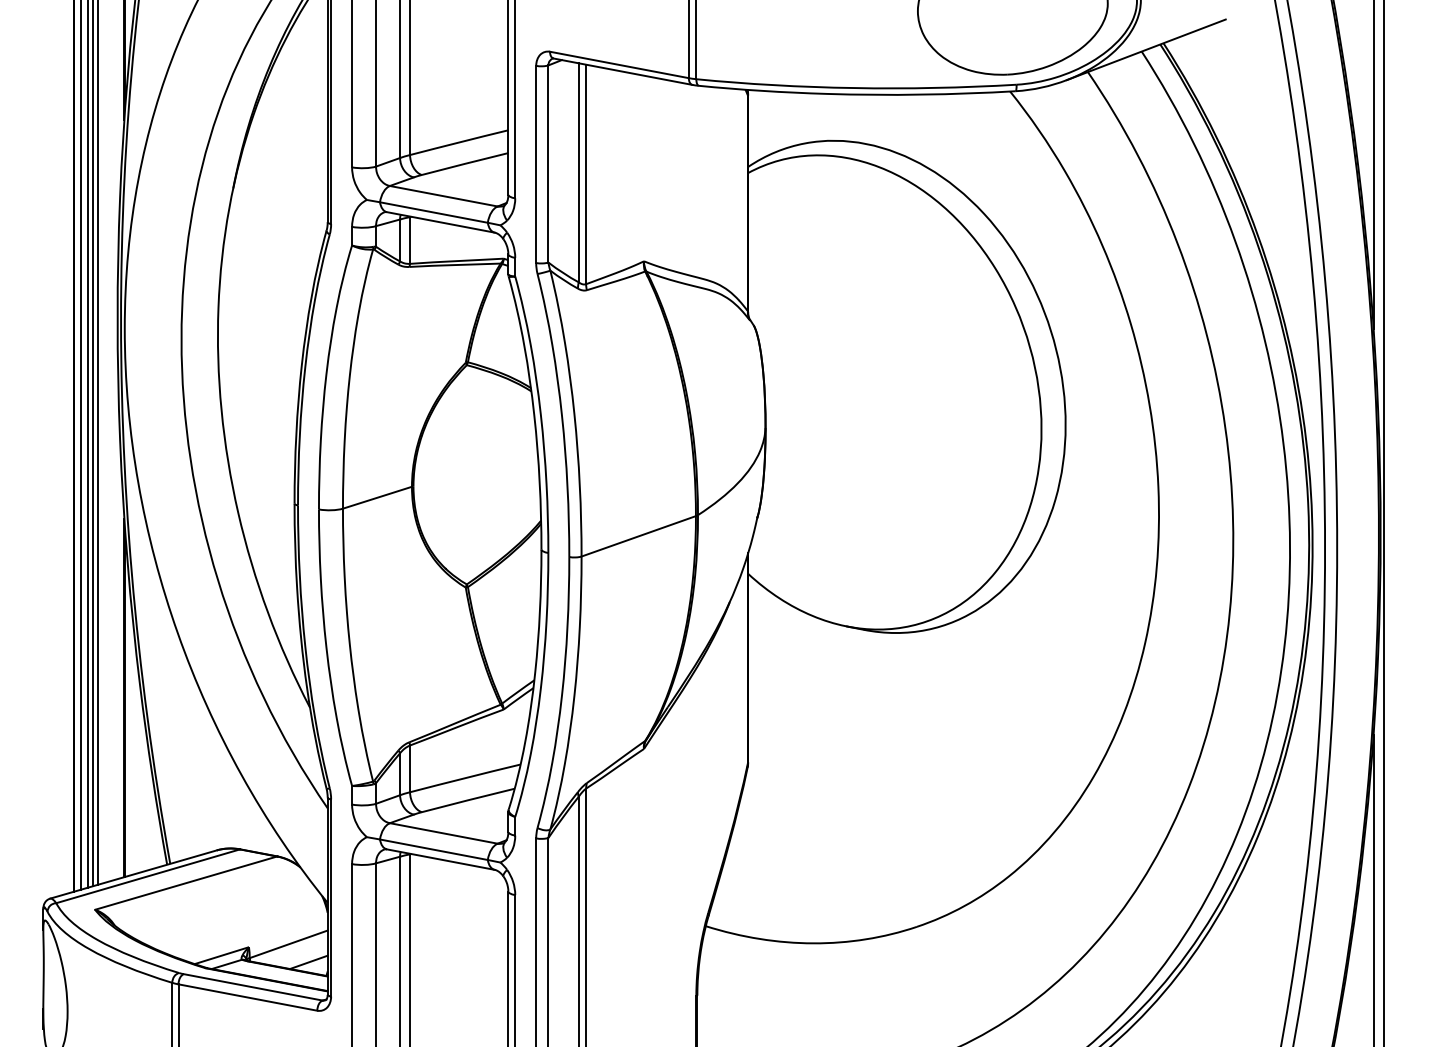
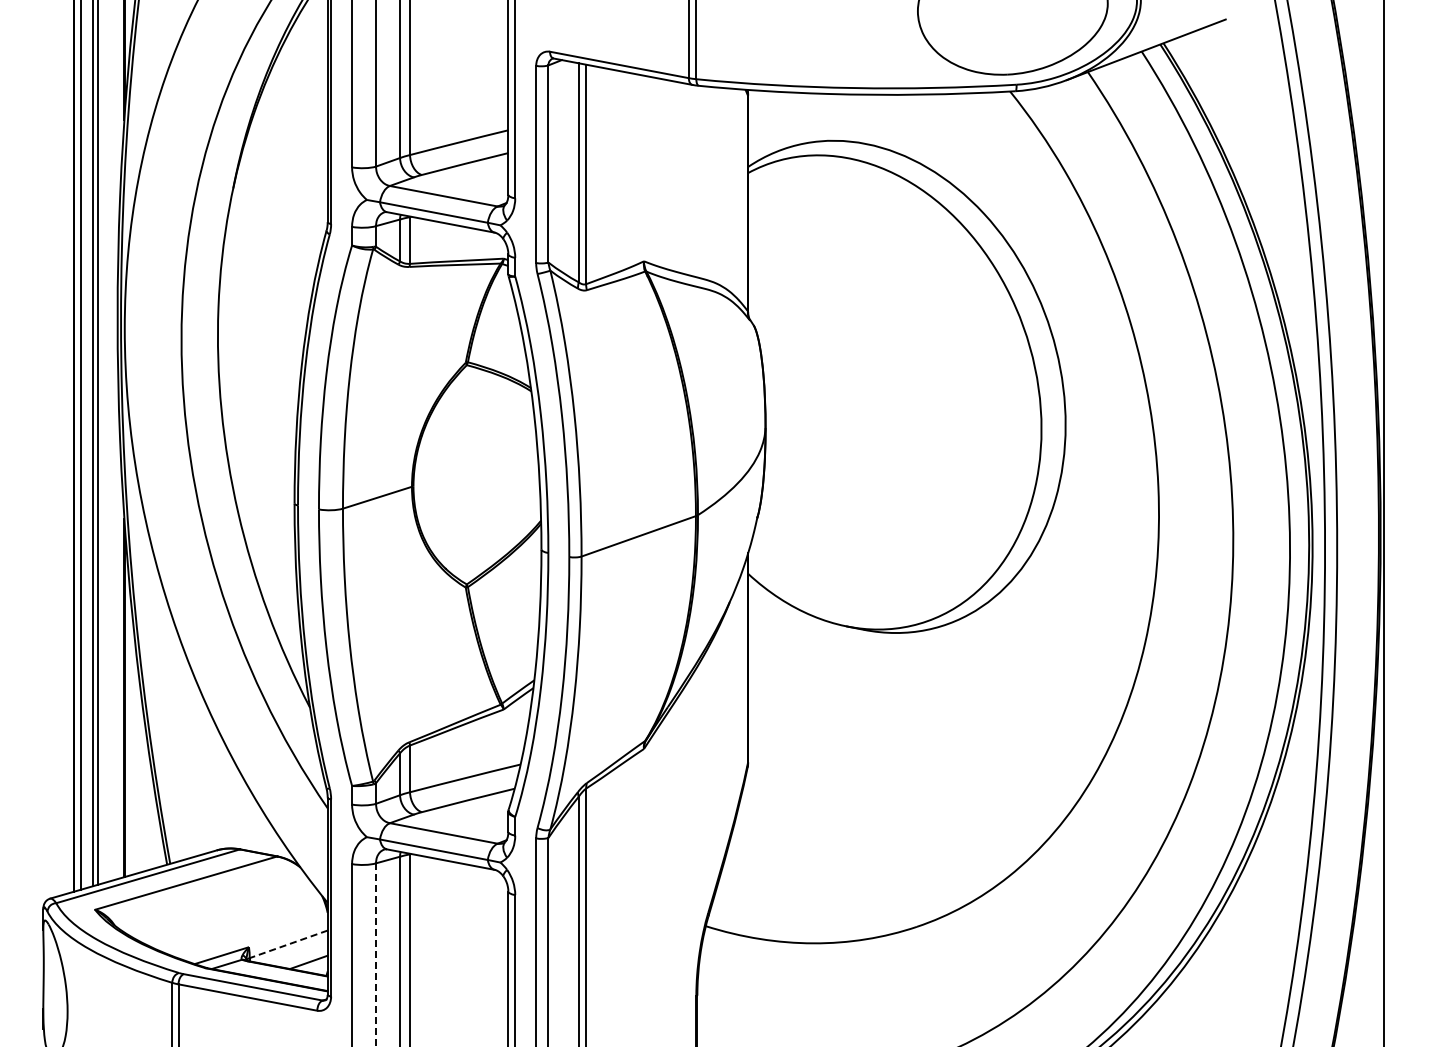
line at (1373, 165): present -> none
line at (87, 444): present -> none
line at (1373, 888): present -> none
line at (288, 944): solid -> dashed
line at (376, 955): solid -> dashed
